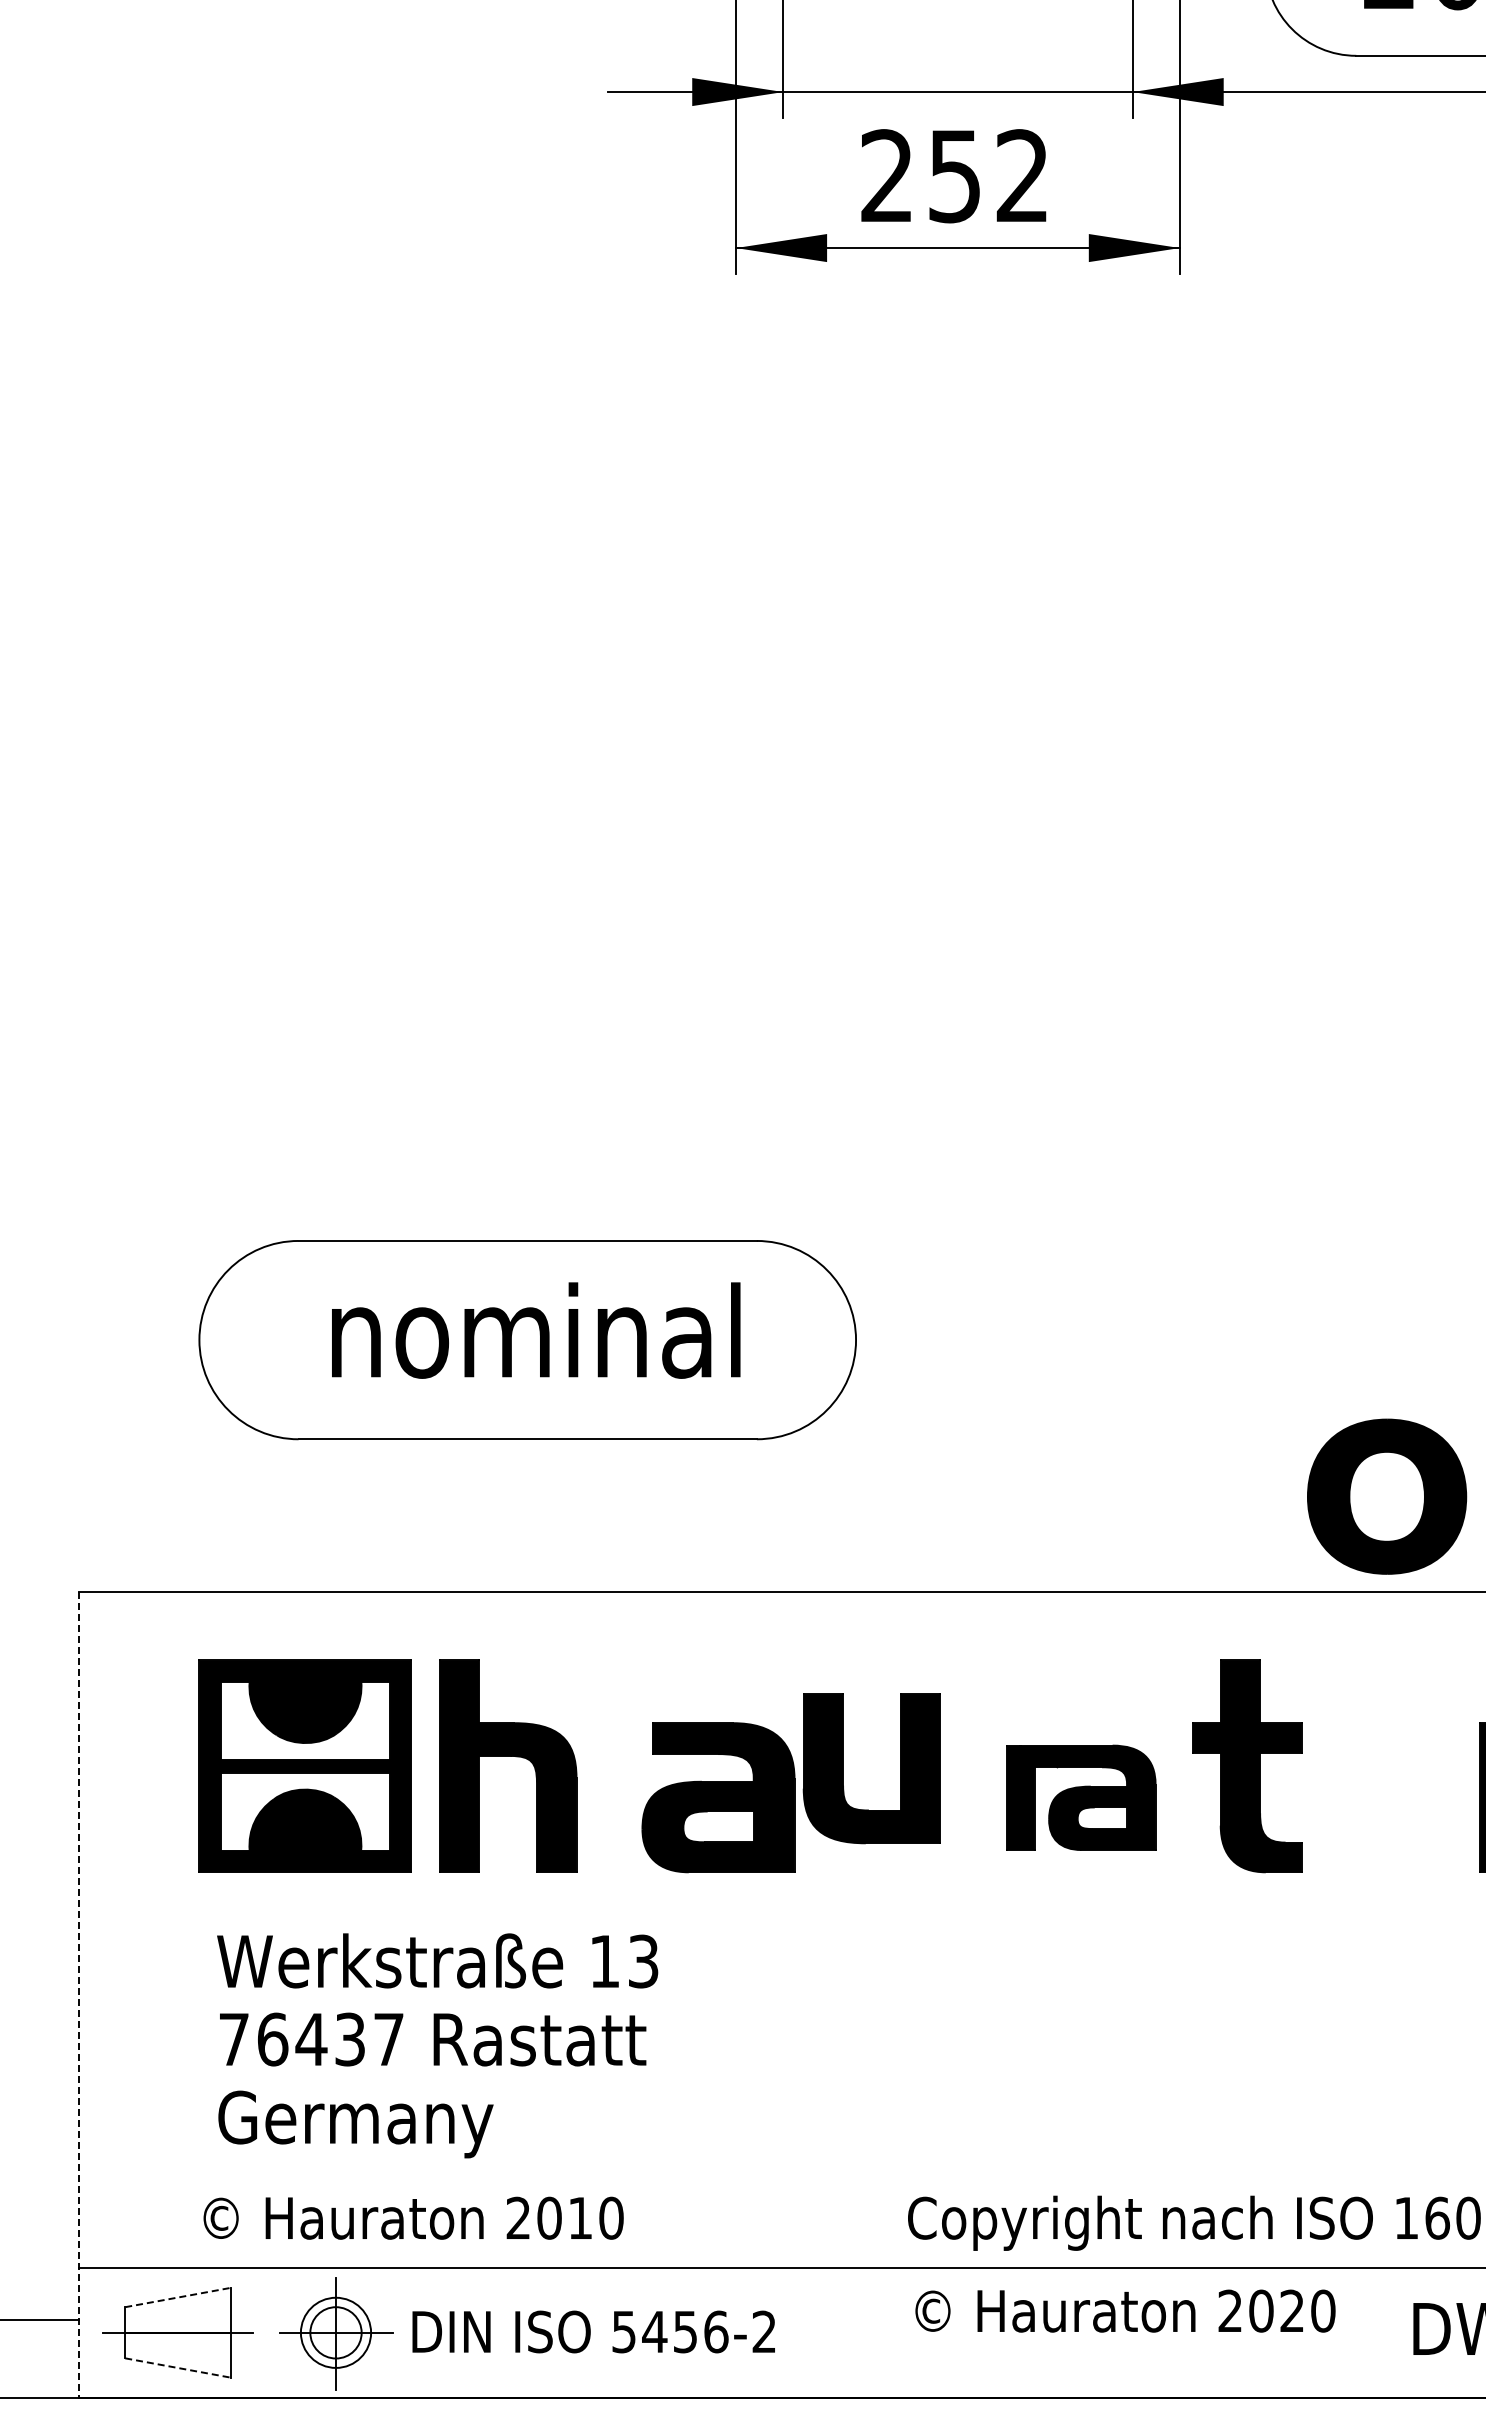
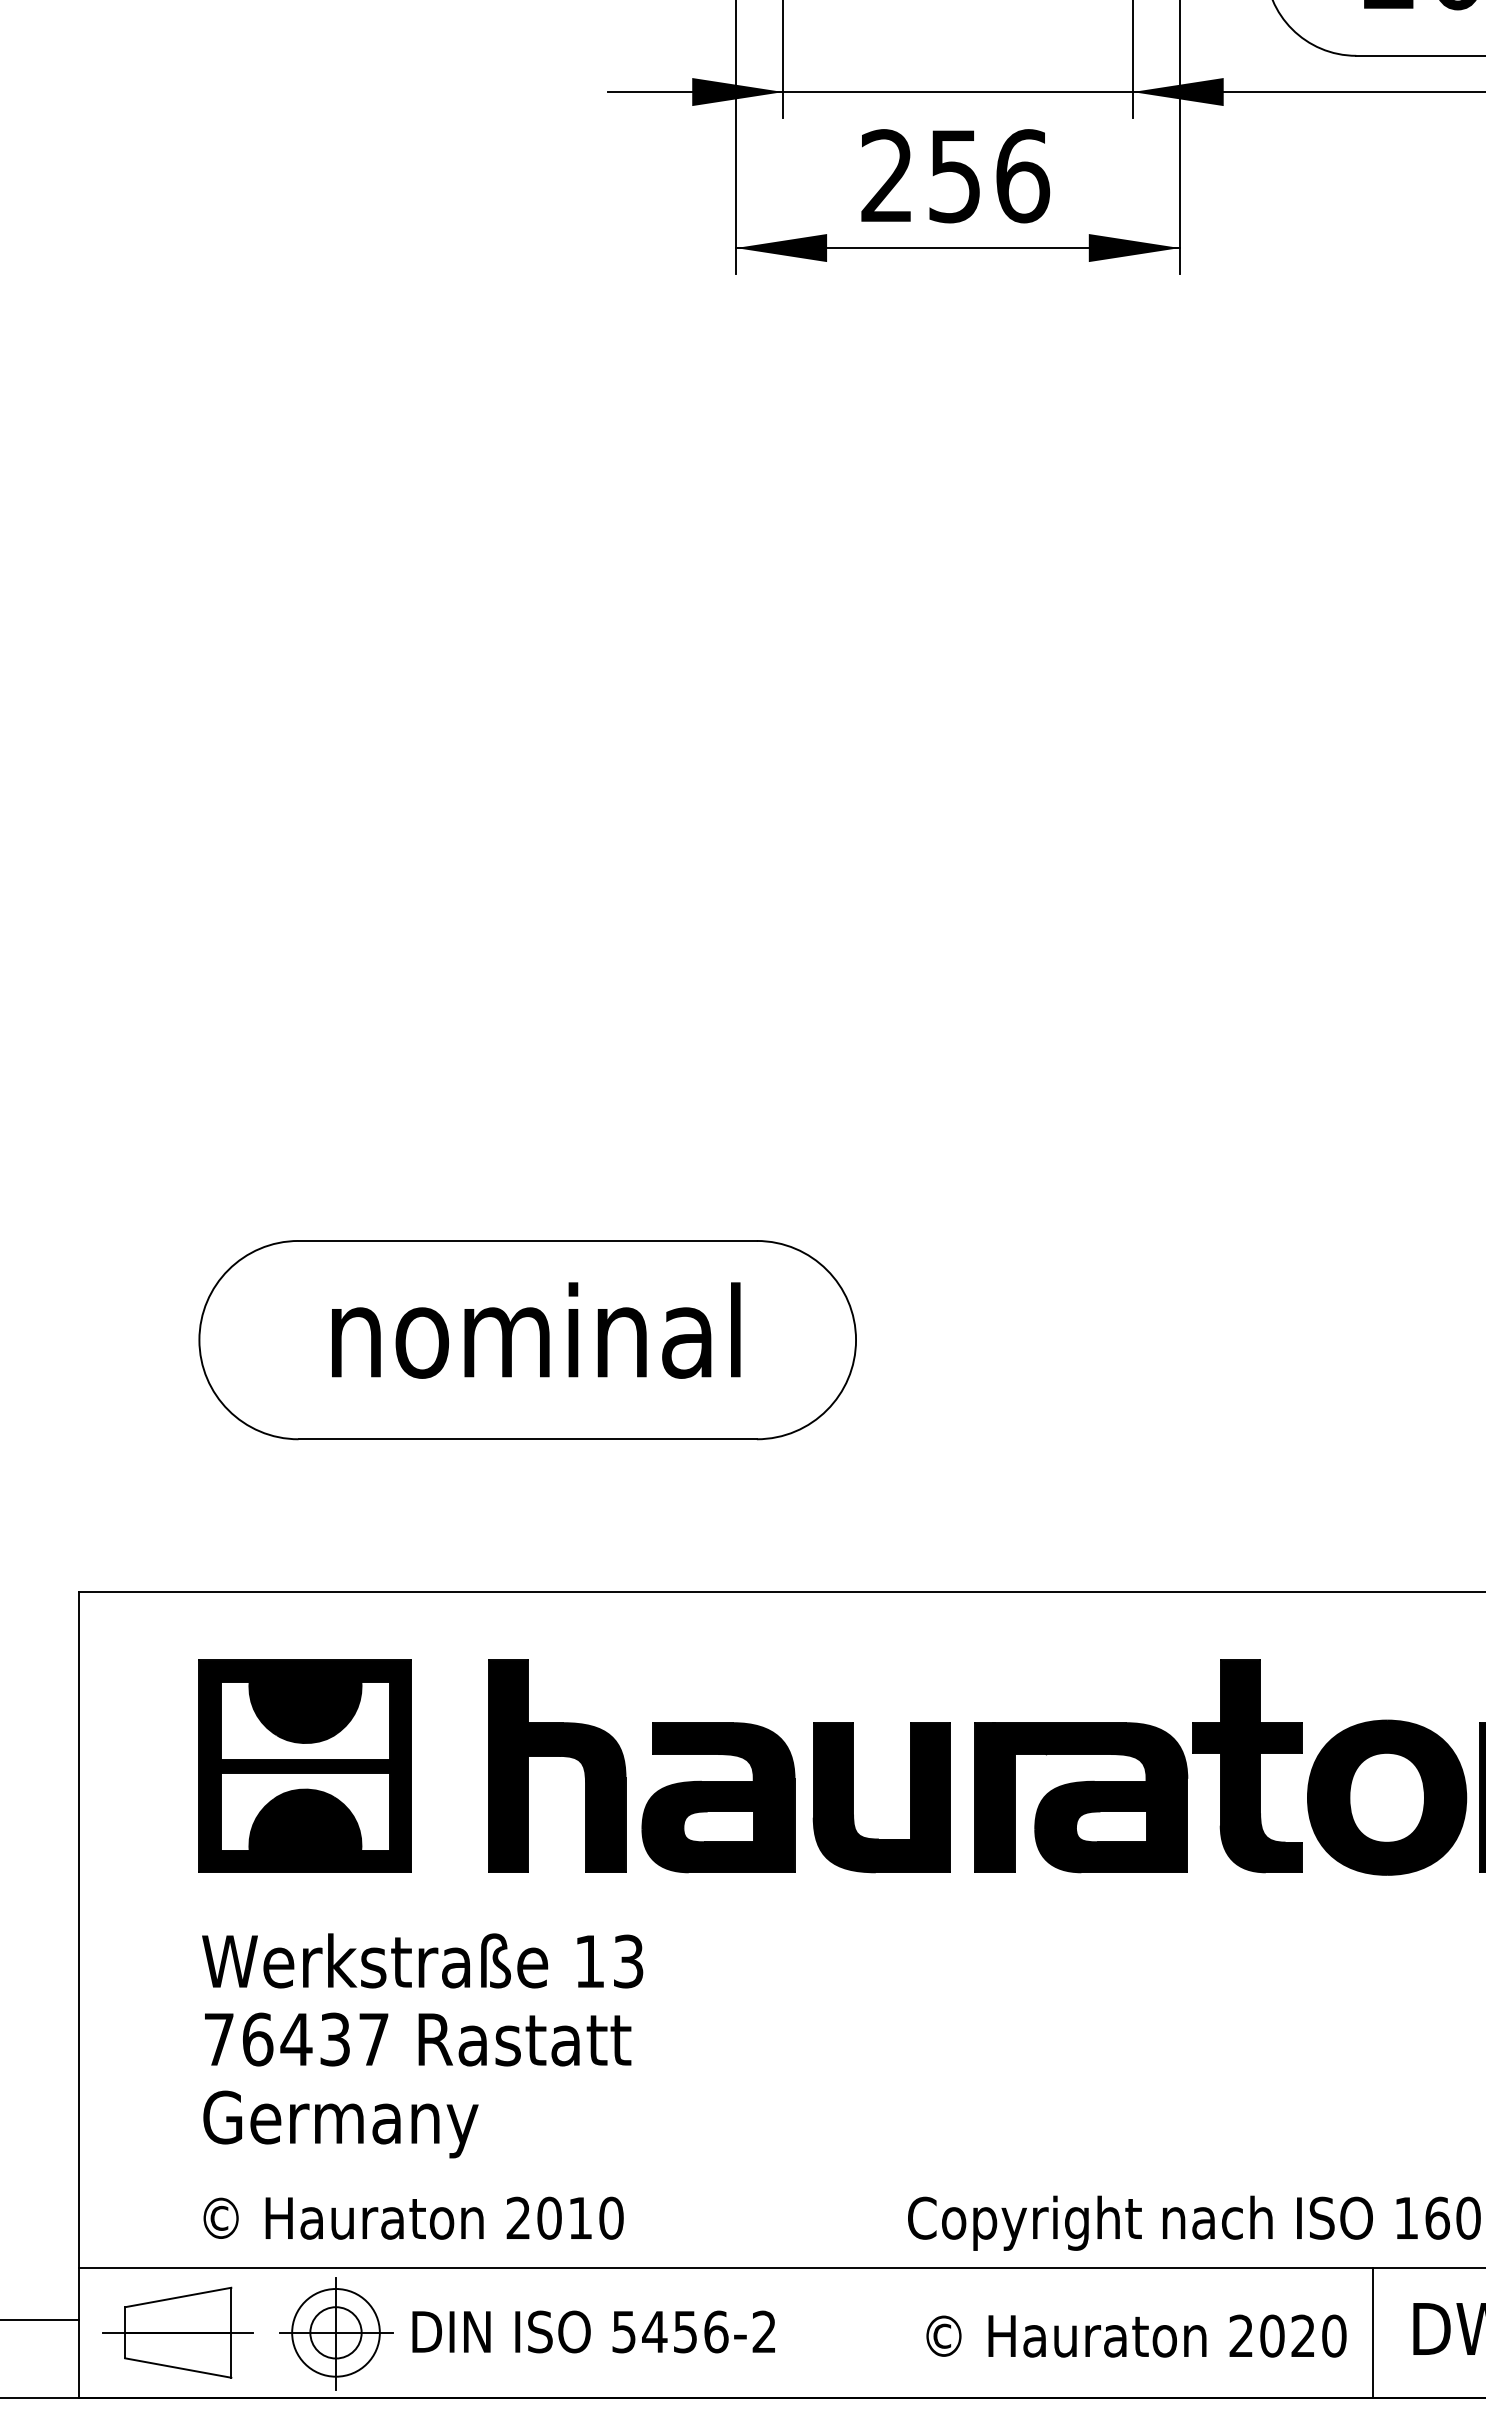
text at (1023, 176): 252 -> 256
part at (1387, 1496) position: (1387, 1496) -> (1387, 1797)
part at (508, 1756) position: (508, 1756) -> (557, 1756)
part at (843, 1768) position: (843, 1768) -> (853, 1797)
part at (1081, 1797) size: 151x107 px -> 215x152 px
line at (79, 1995): dashed -> solid
text at (437, 2045) position: (437, 2045) -> (422, 2045)
line at (178, 2297): dashed -> solid
text at (1125, 2310) position: (1125, 2310) -> (1136, 2335)
circle at (335, 2332) diameter: 70 px -> 88 px
line at (1373, 2332): none -> present
line at (178, 2368): dashed -> solid
